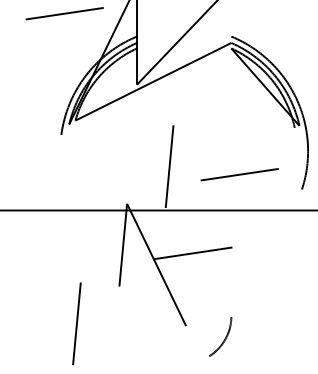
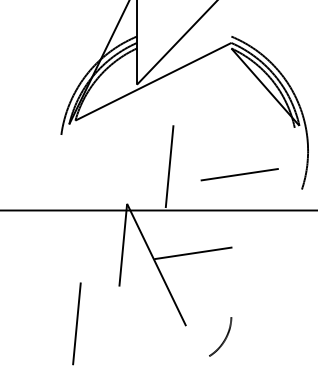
line at (64, 13): present -> none
